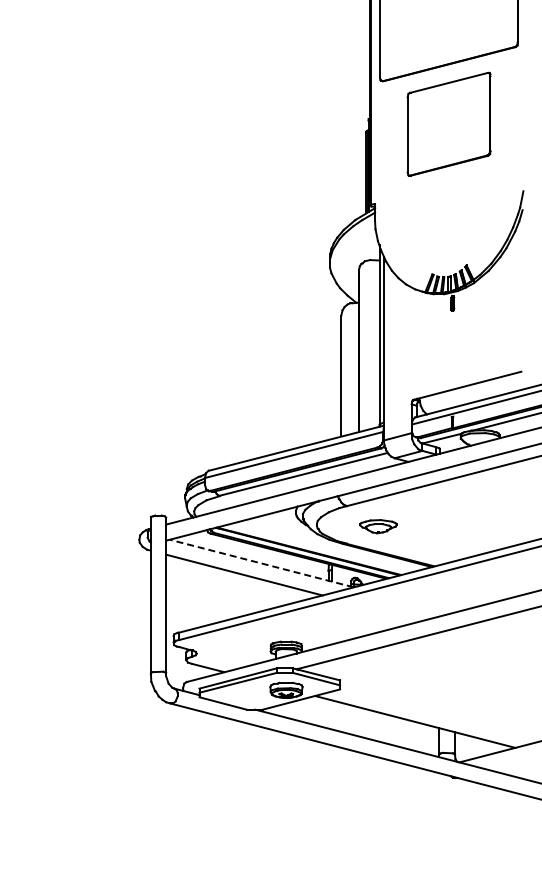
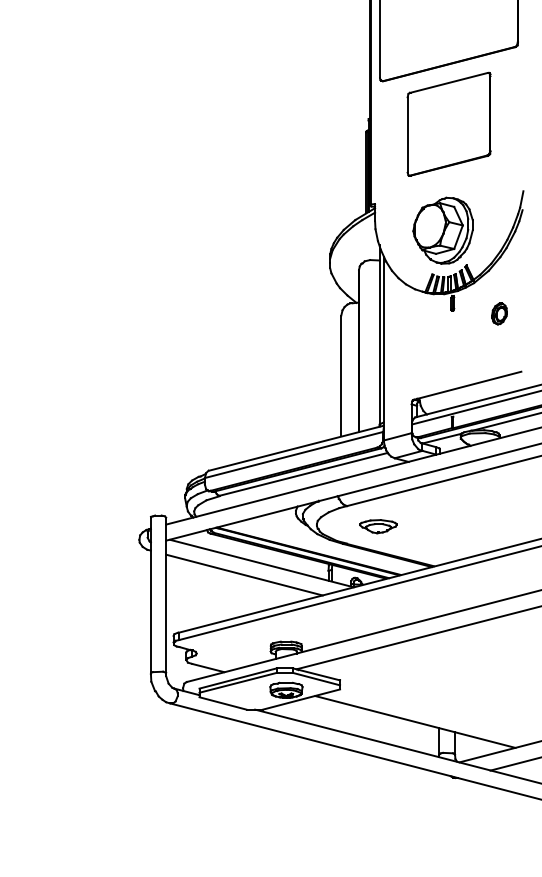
part at (442, 230): none -> present
part at (499, 313): none -> present
line at (261, 563): dashed -> solid
line at (514, 764): none -> present
